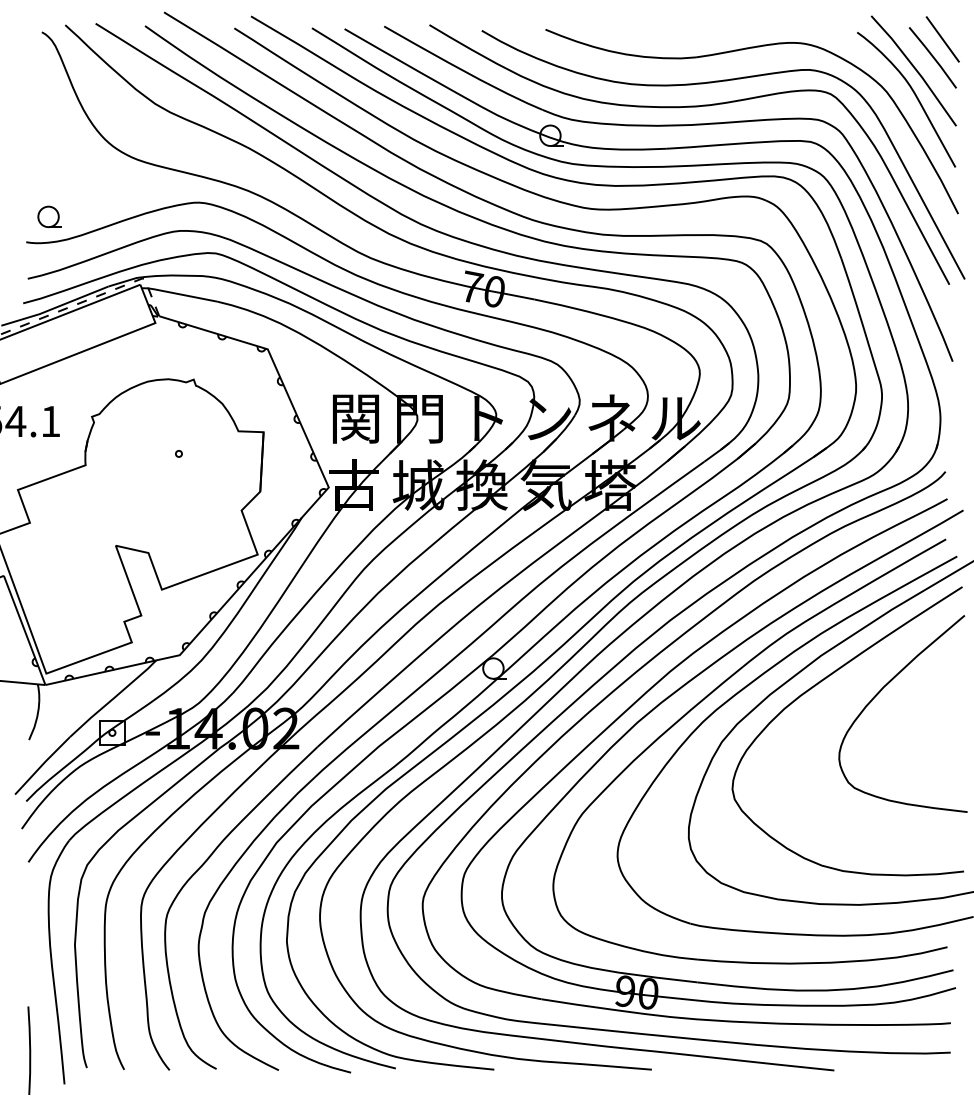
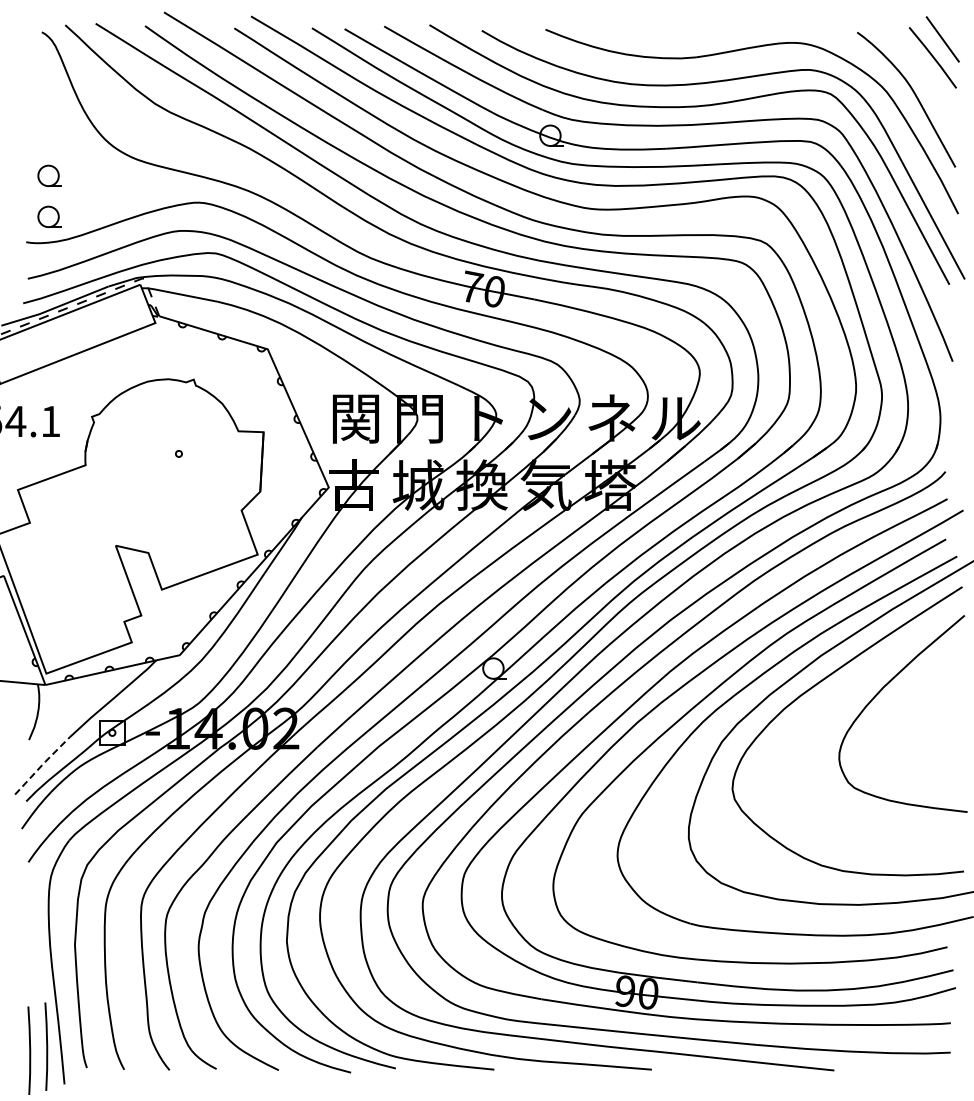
line at (914, 69): present -> none
part at (49, 175): none -> present
line at (42, 764): solid -> dashed
line at (46, 1046): none -> present
